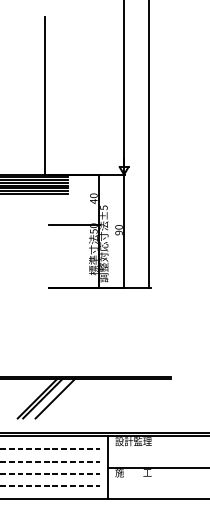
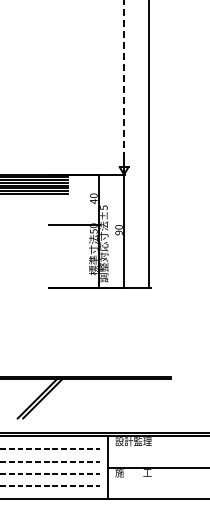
line at (124, 83): solid -> dashed
line at (45, 95): present -> none
line at (55, 398): present -> none
